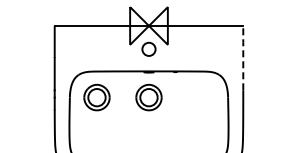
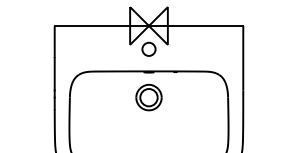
line at (243, 58): dashed -> solid
part at (96, 97): present -> none
